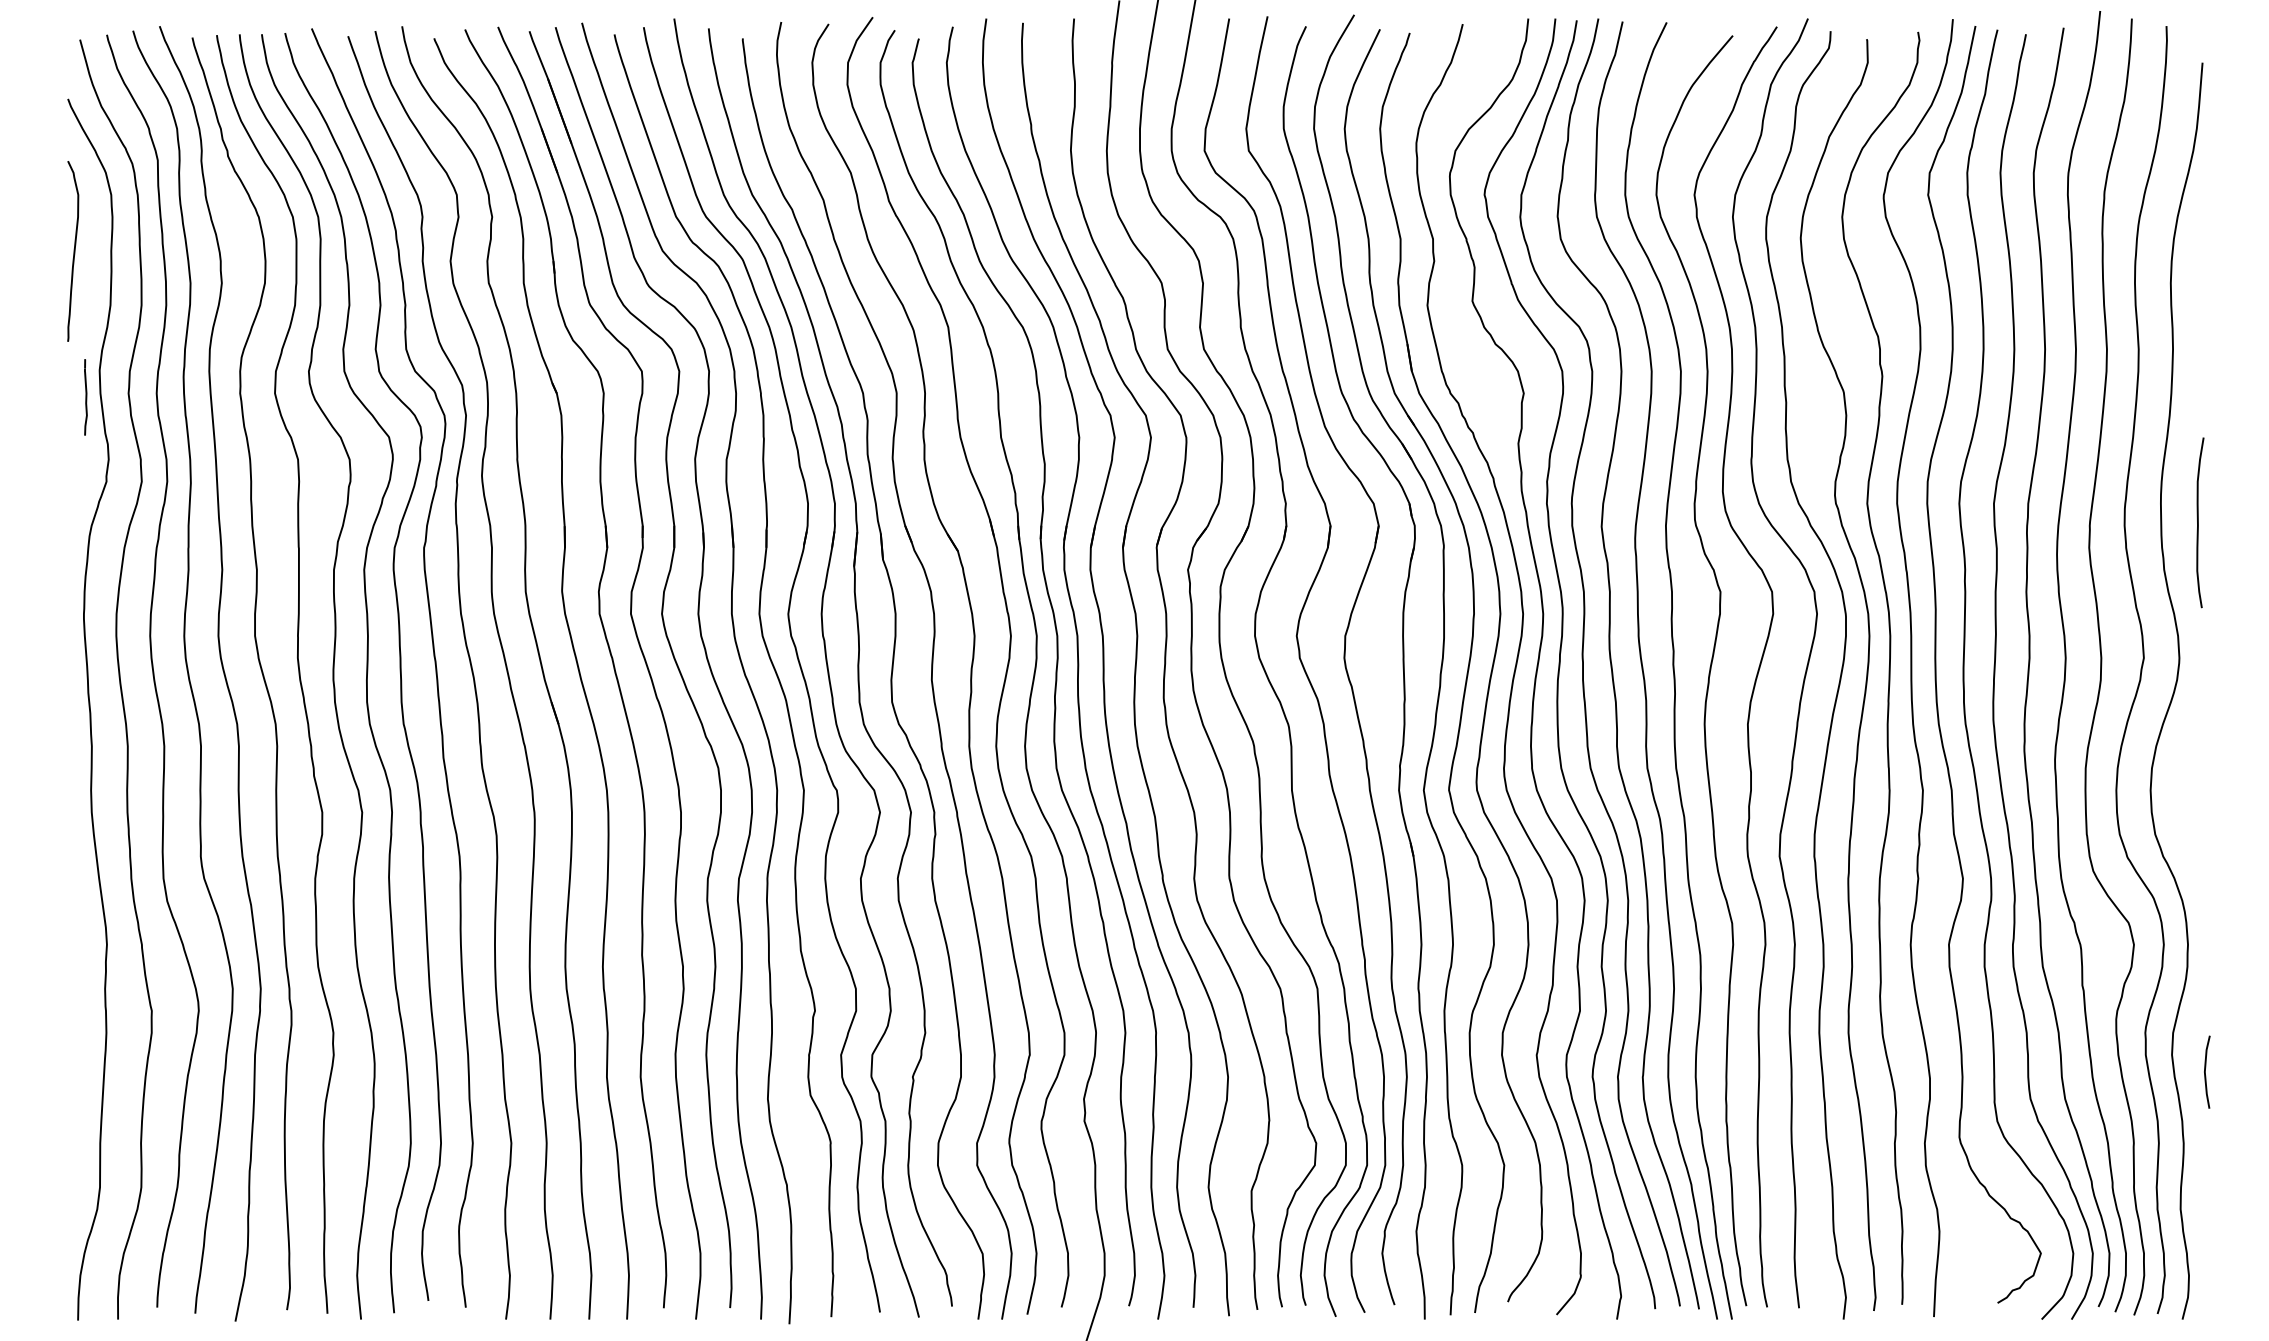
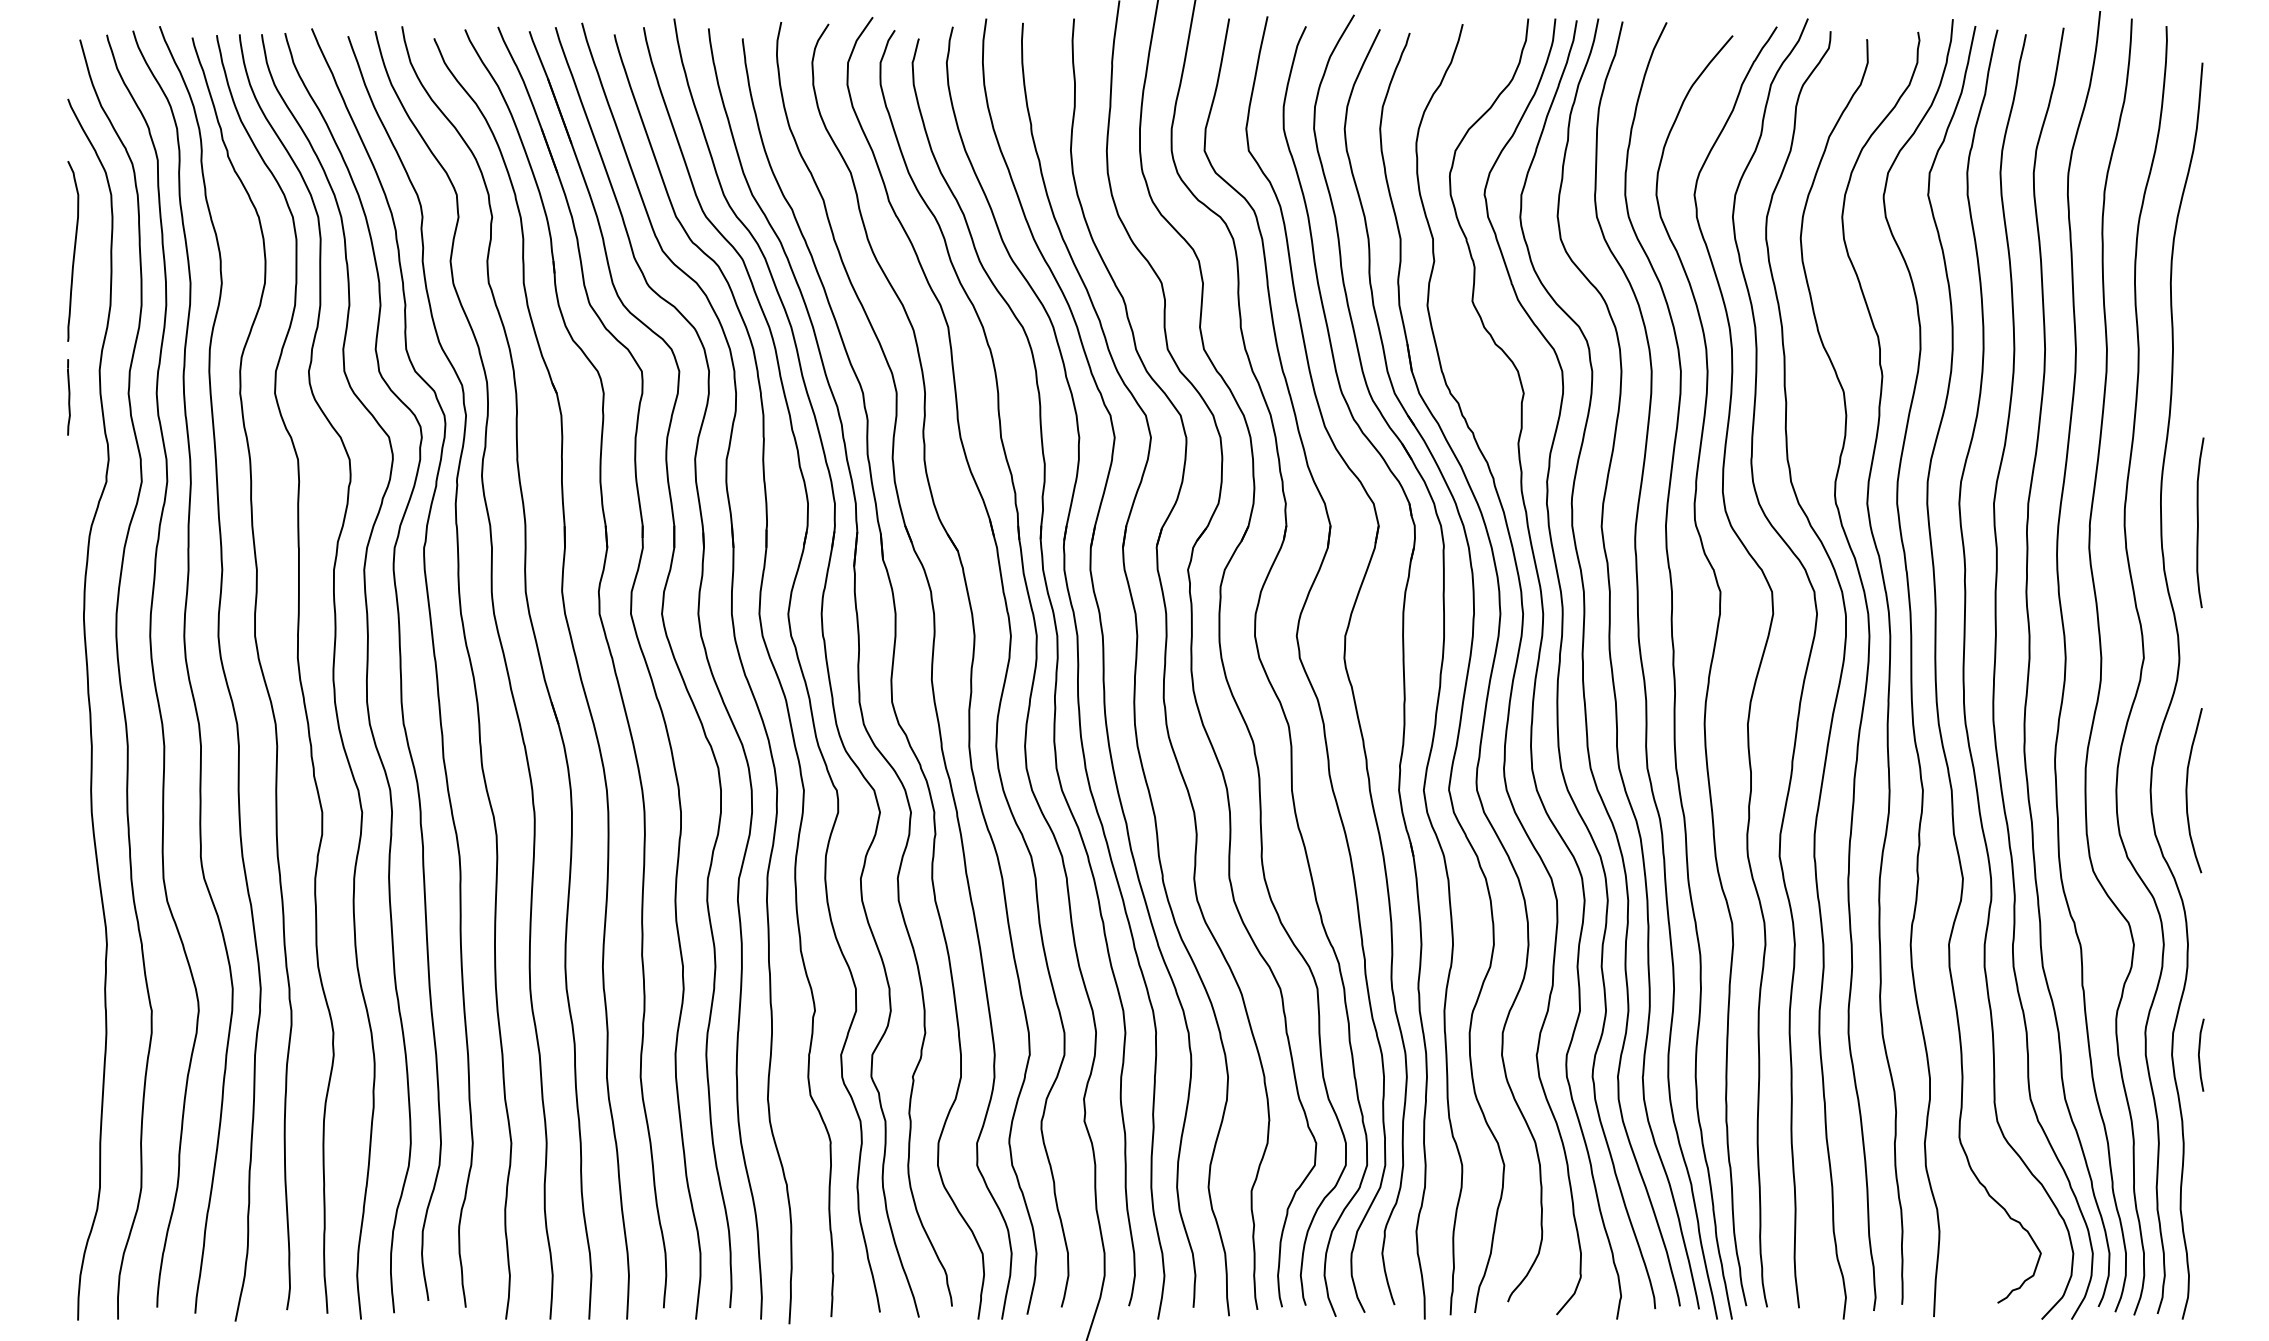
line at (85, 397) position: (85, 397) -> (68, 397)
curve at (2187, 790): none -> present
line at (2205, 1071) position: (2205, 1071) -> (2199, 1054)
